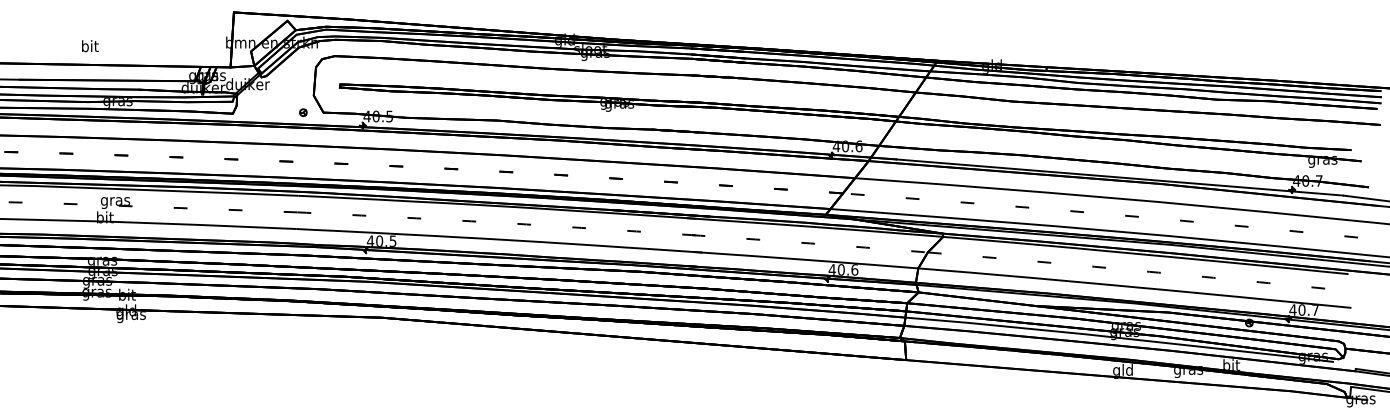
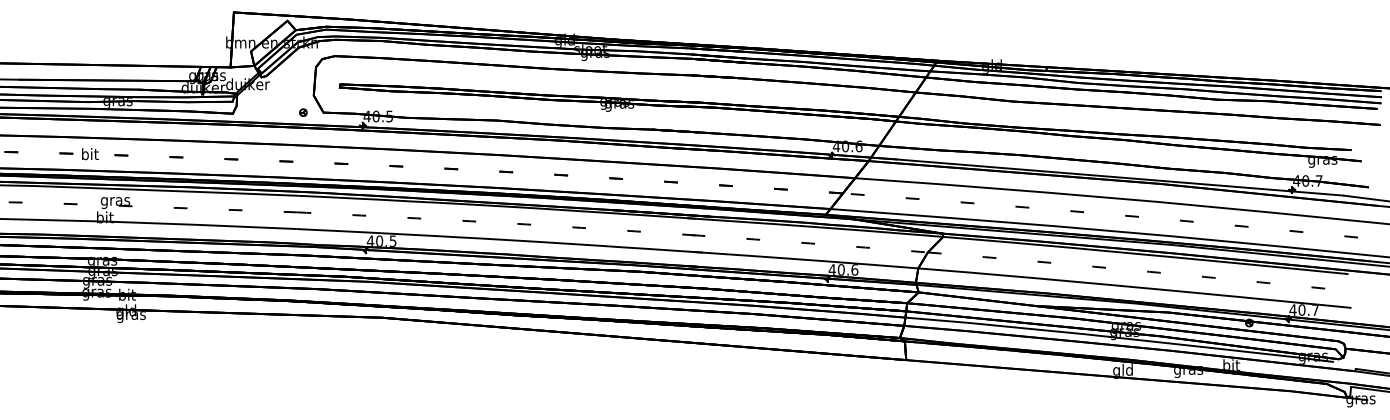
text at (90, 46) position: (90, 46) -> (90, 154)
